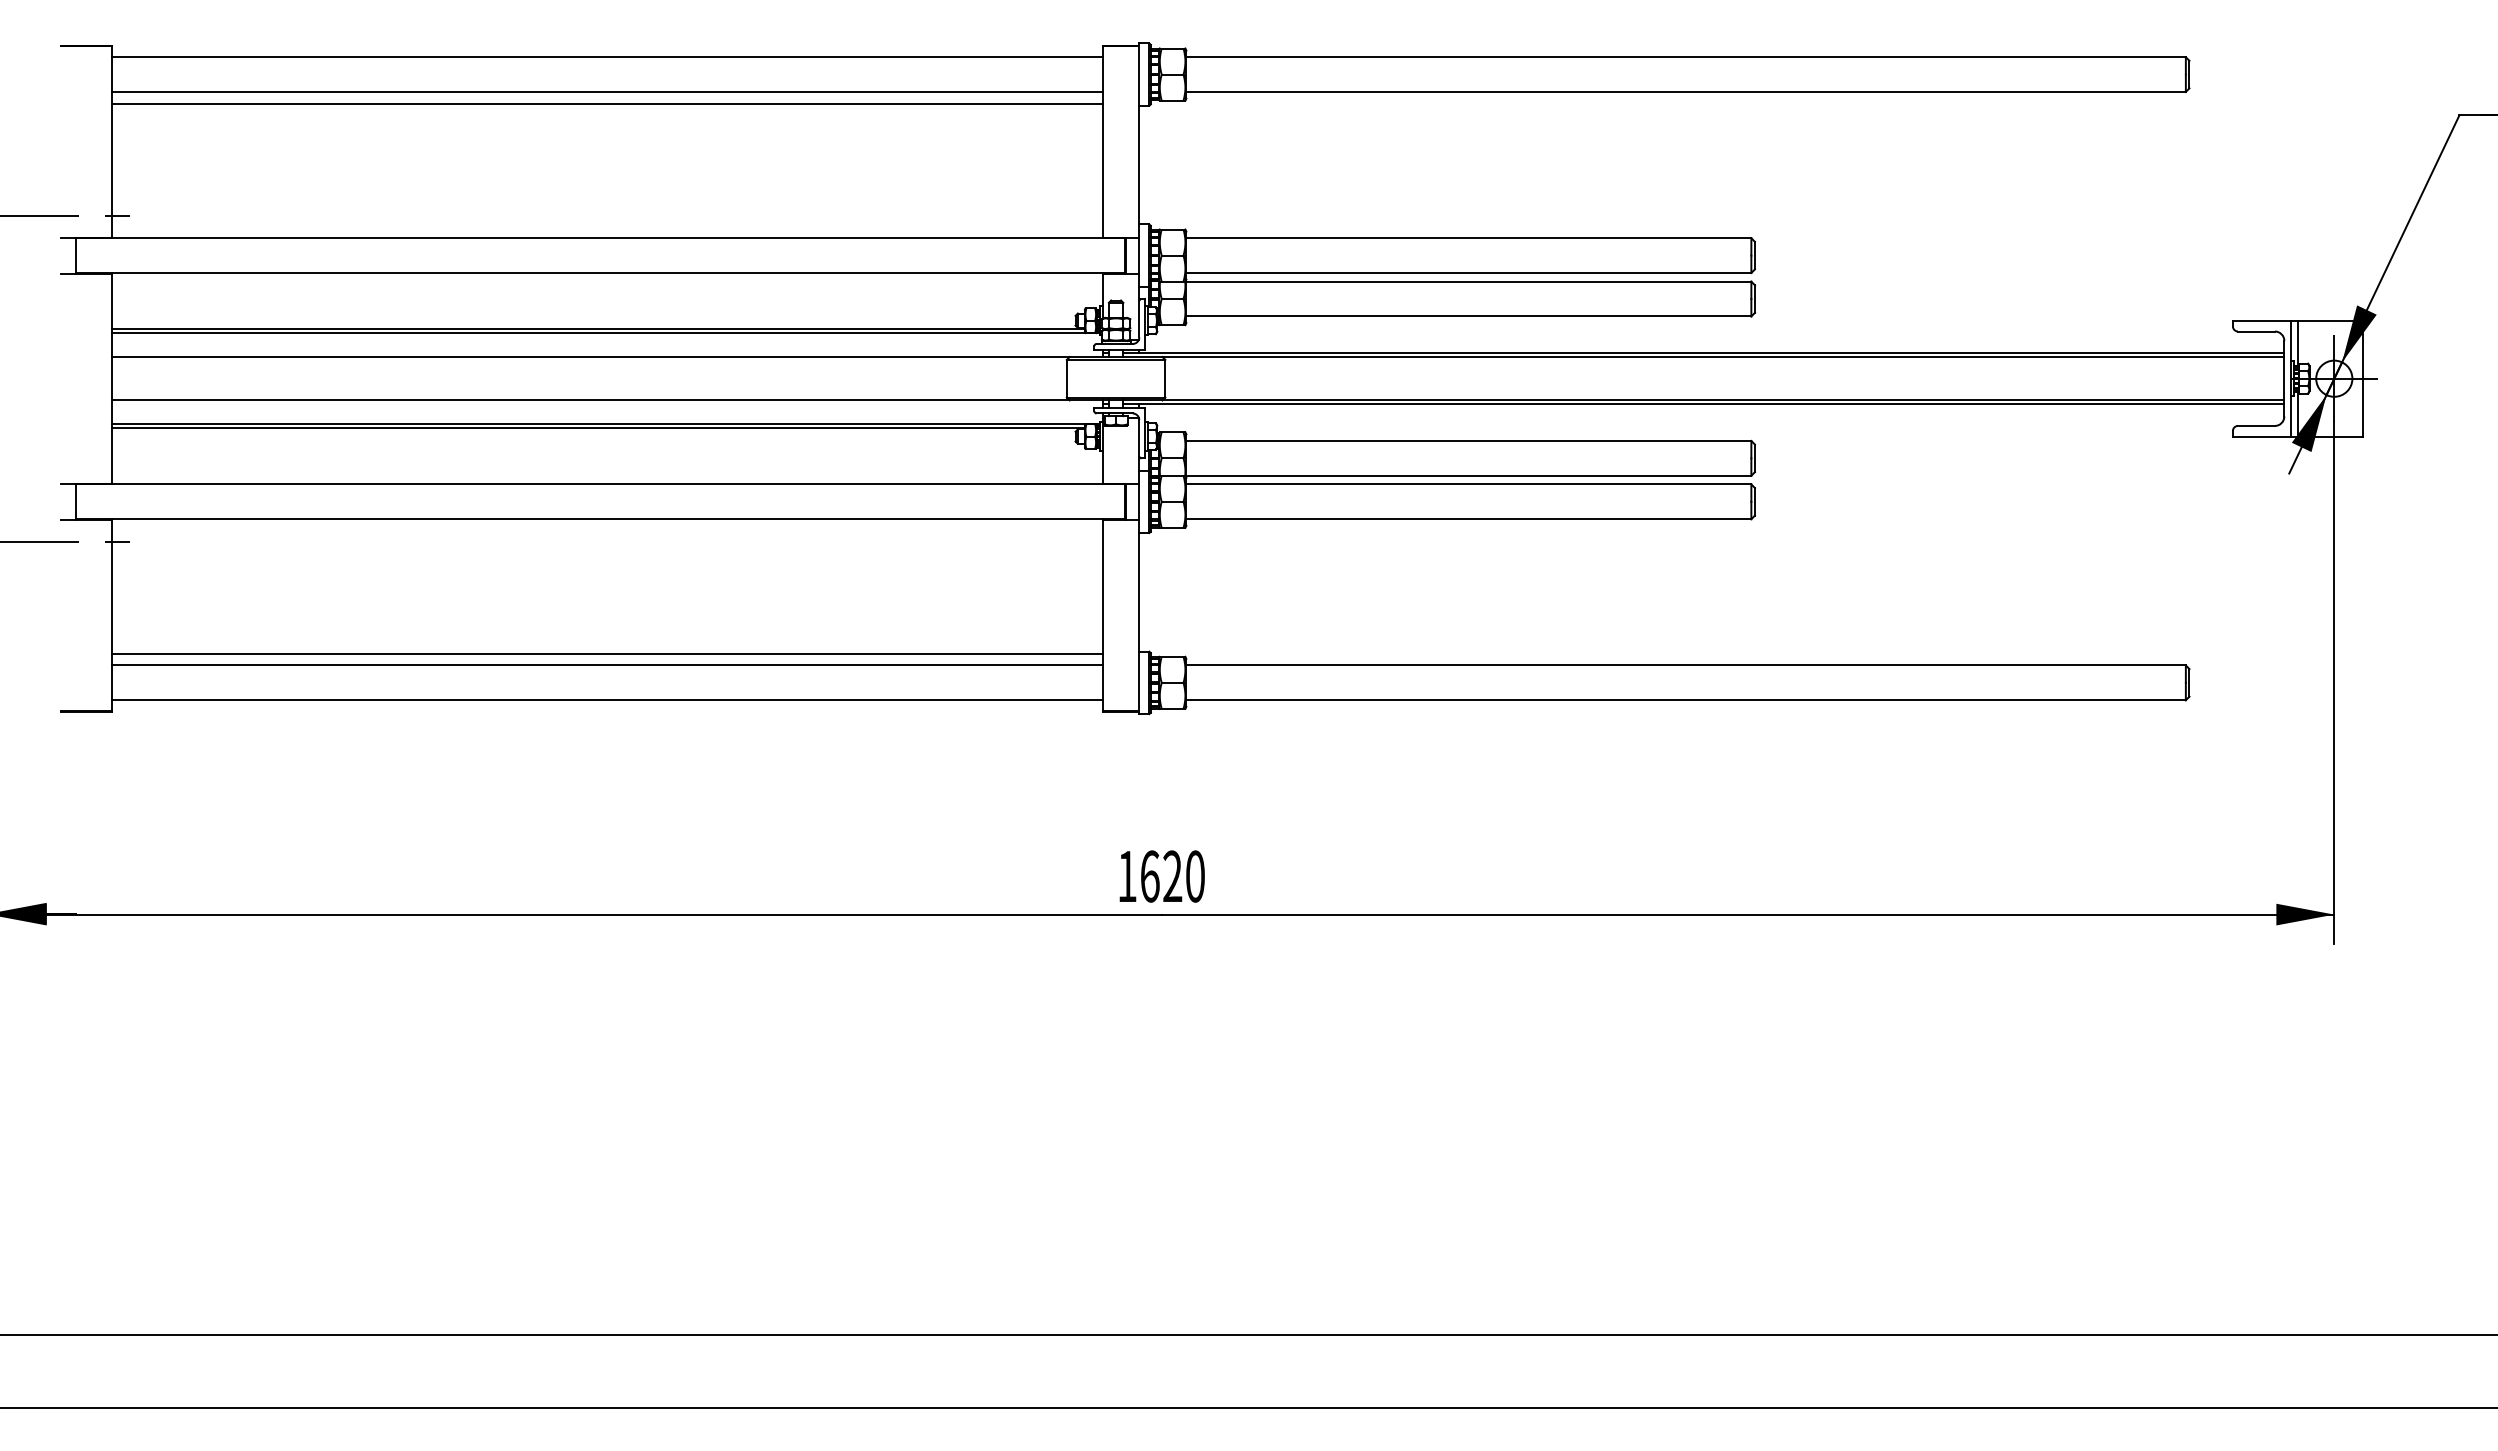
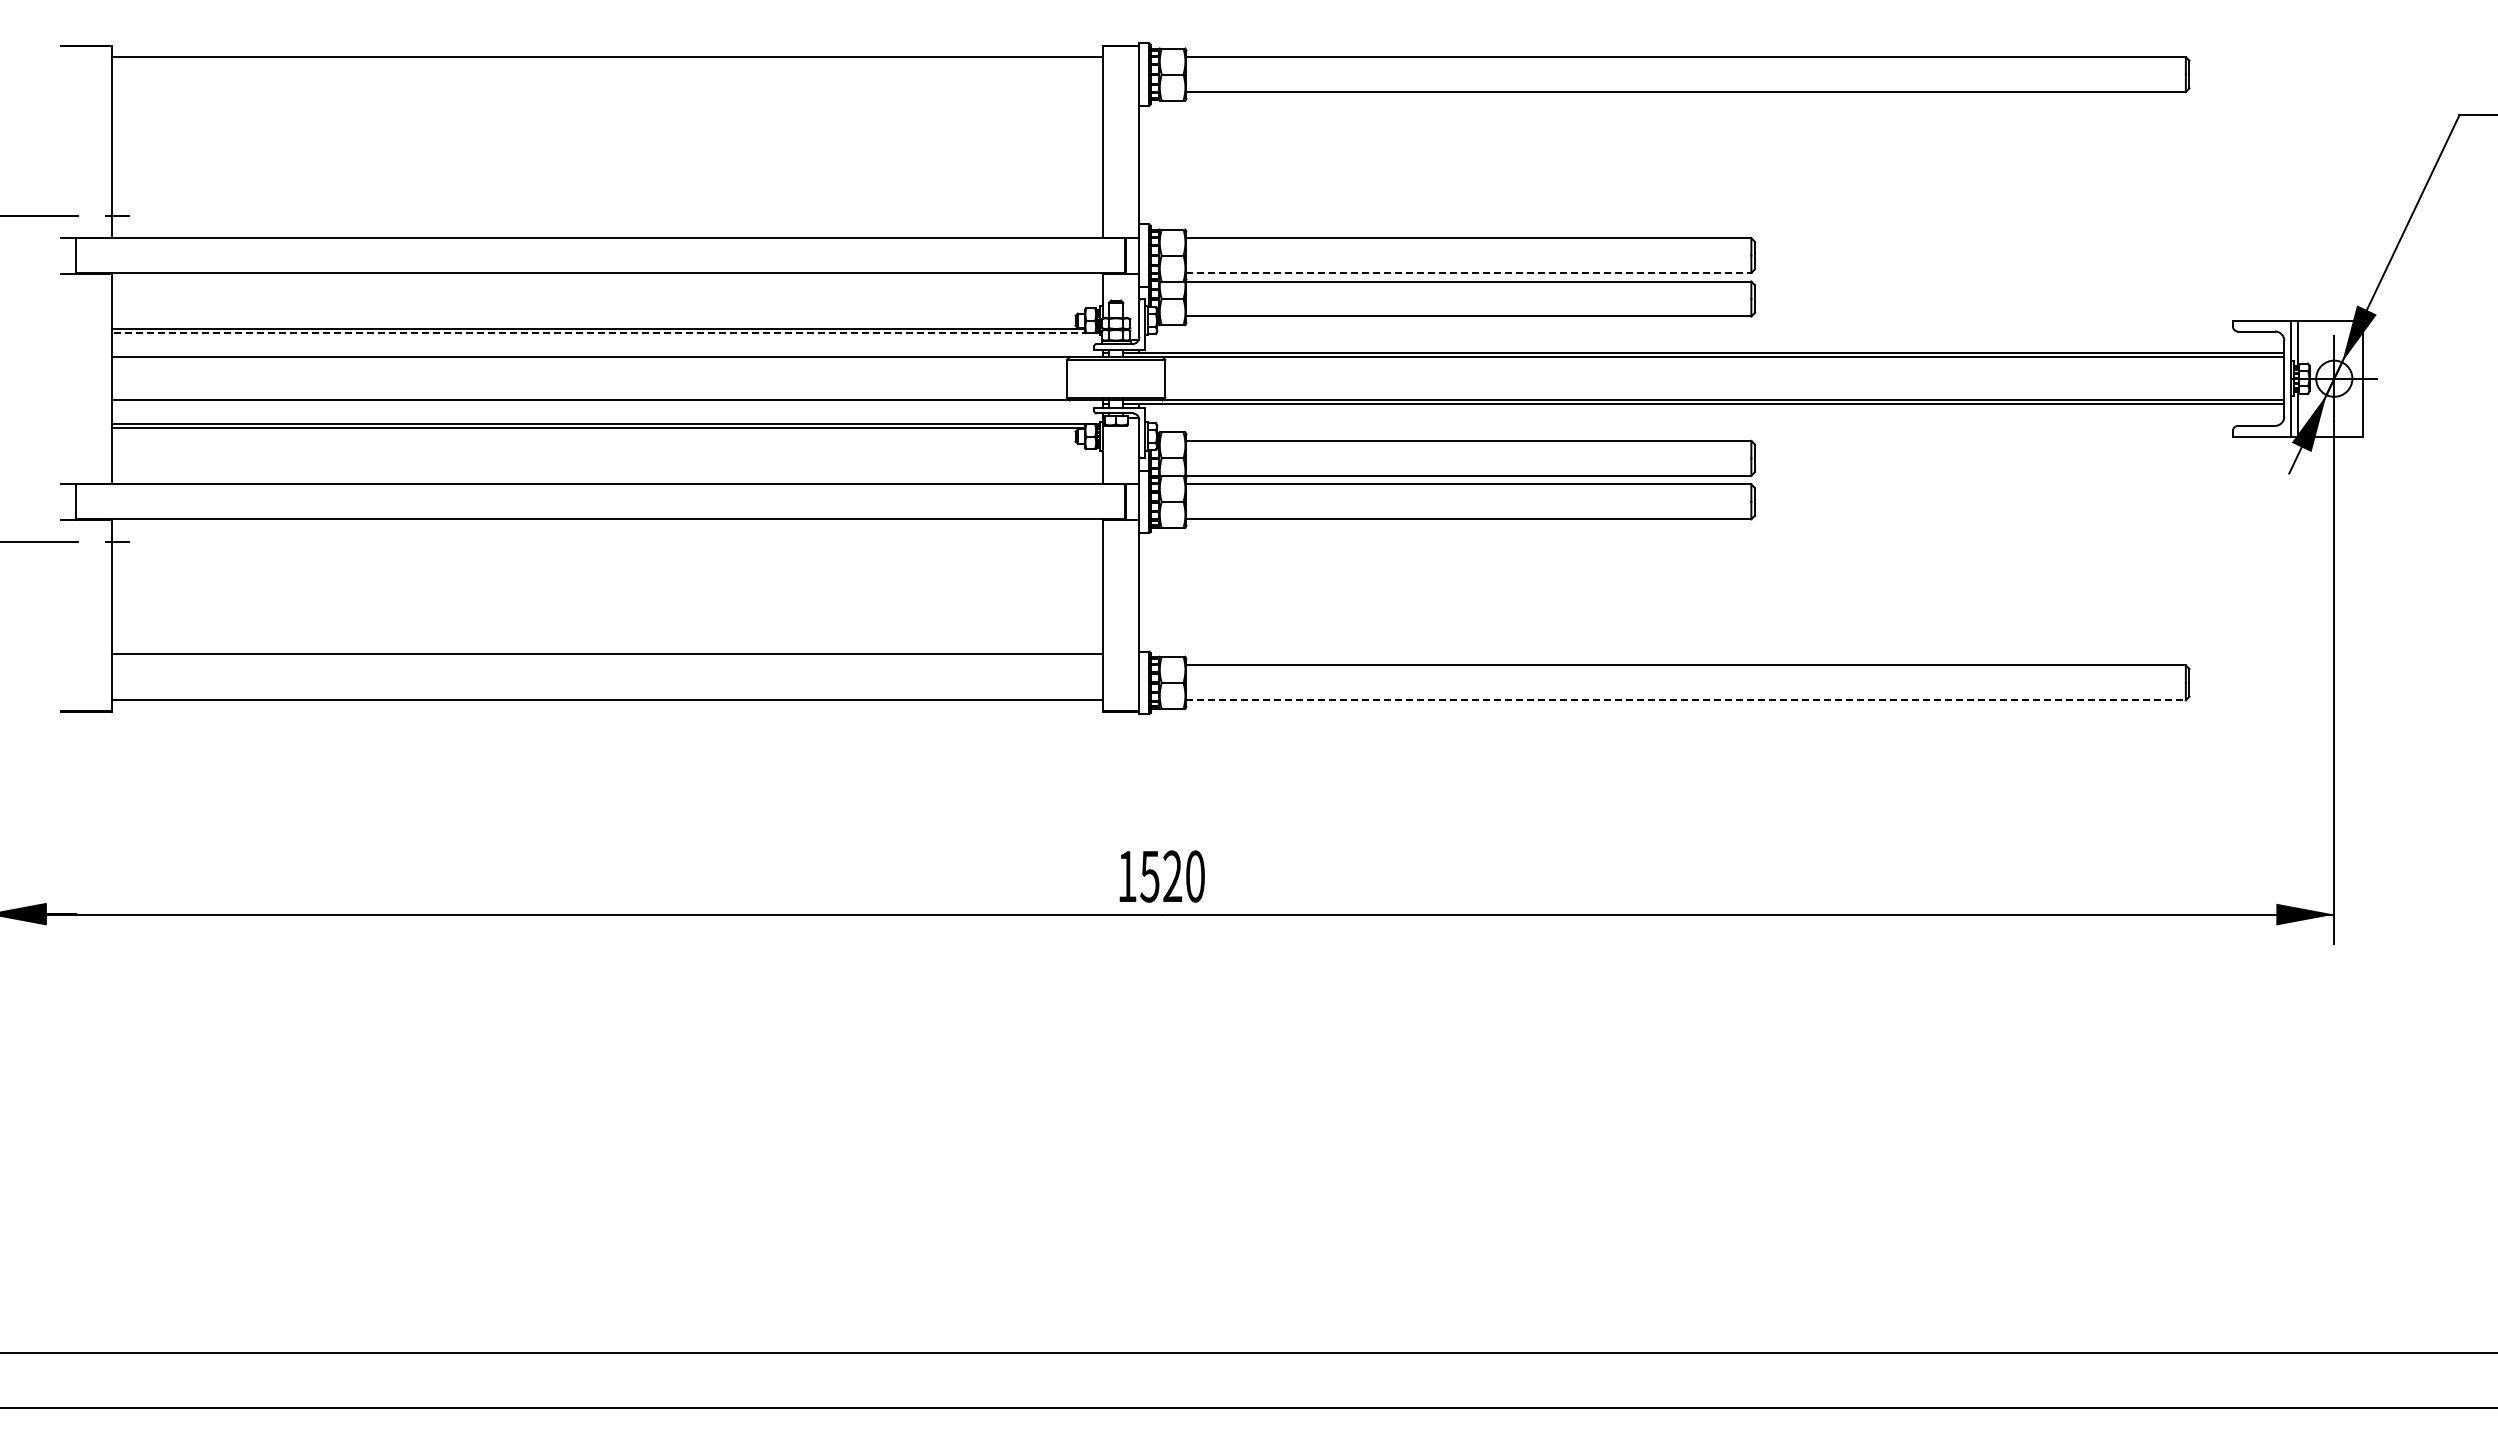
line at (607, 91): present -> none
line at (607, 103): present -> none
line at (1469, 273): solid -> dashed
line at (605, 333): solid -> dashed
line at (607, 665): present -> none
line at (1686, 700): solid -> dashed
text at (1149, 876): 1620 -> 1520
line at (1248, 1335) position: (1248, 1335) -> (1248, 1353)
